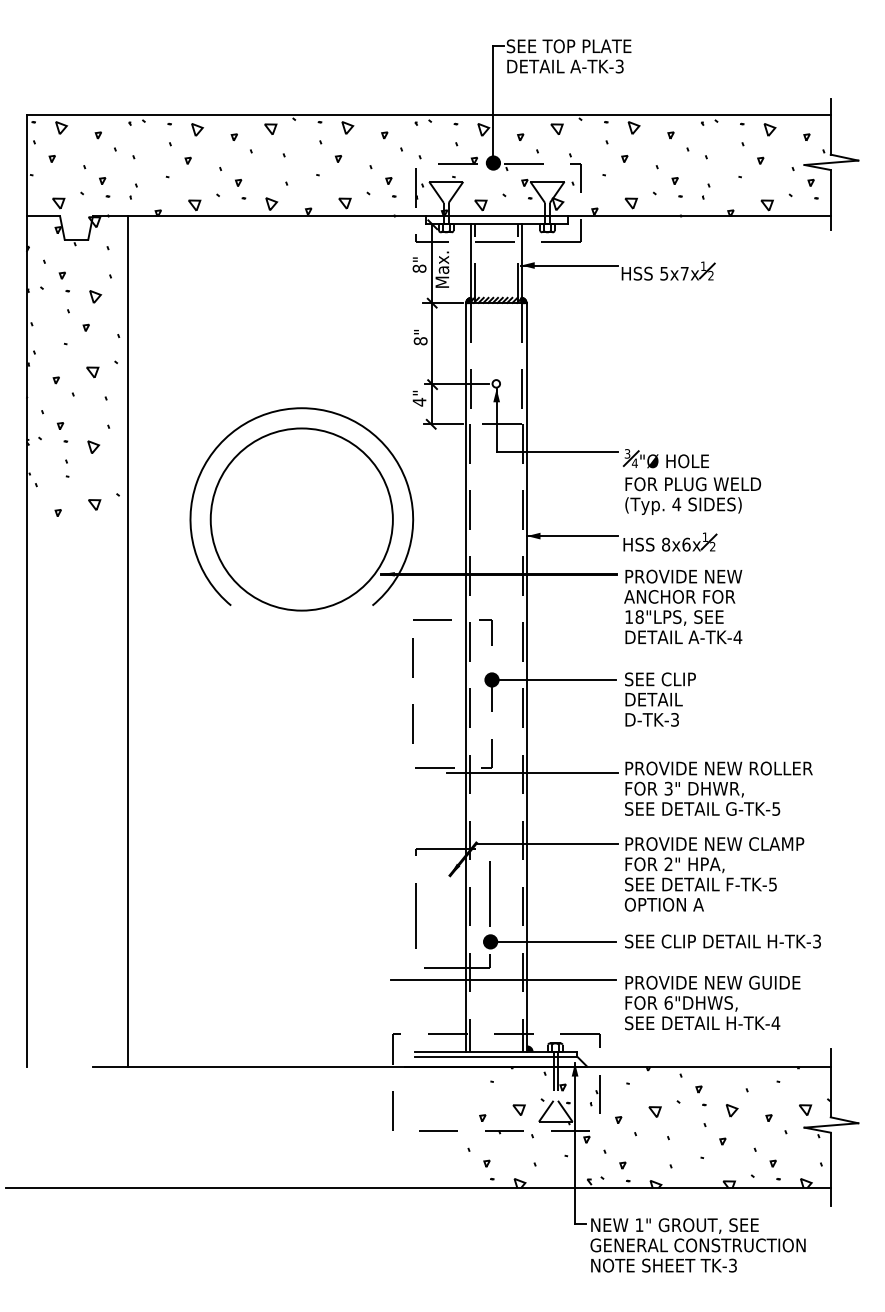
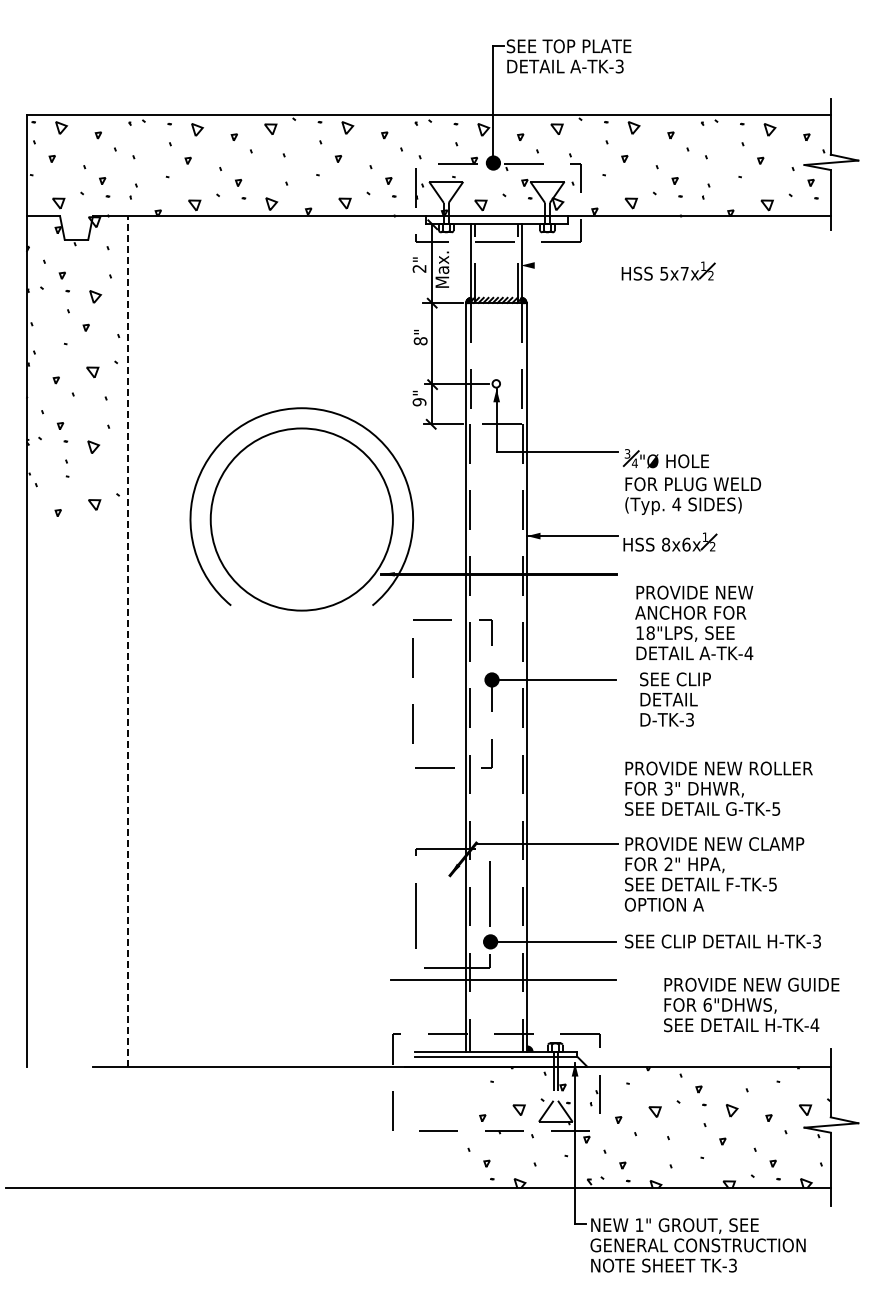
line at (569, 265): present -> none
text at (419, 268): 8" -> 2"
text at (419, 401): 4" -> 9"
text at (683, 606) position: (683, 606) -> (694, 622)
line at (127, 641): solid -> dashed
text at (660, 699) position: (660, 699) -> (675, 699)
line at (532, 772): present -> none
text at (712, 1002) position: (712, 1002) -> (751, 1004)
